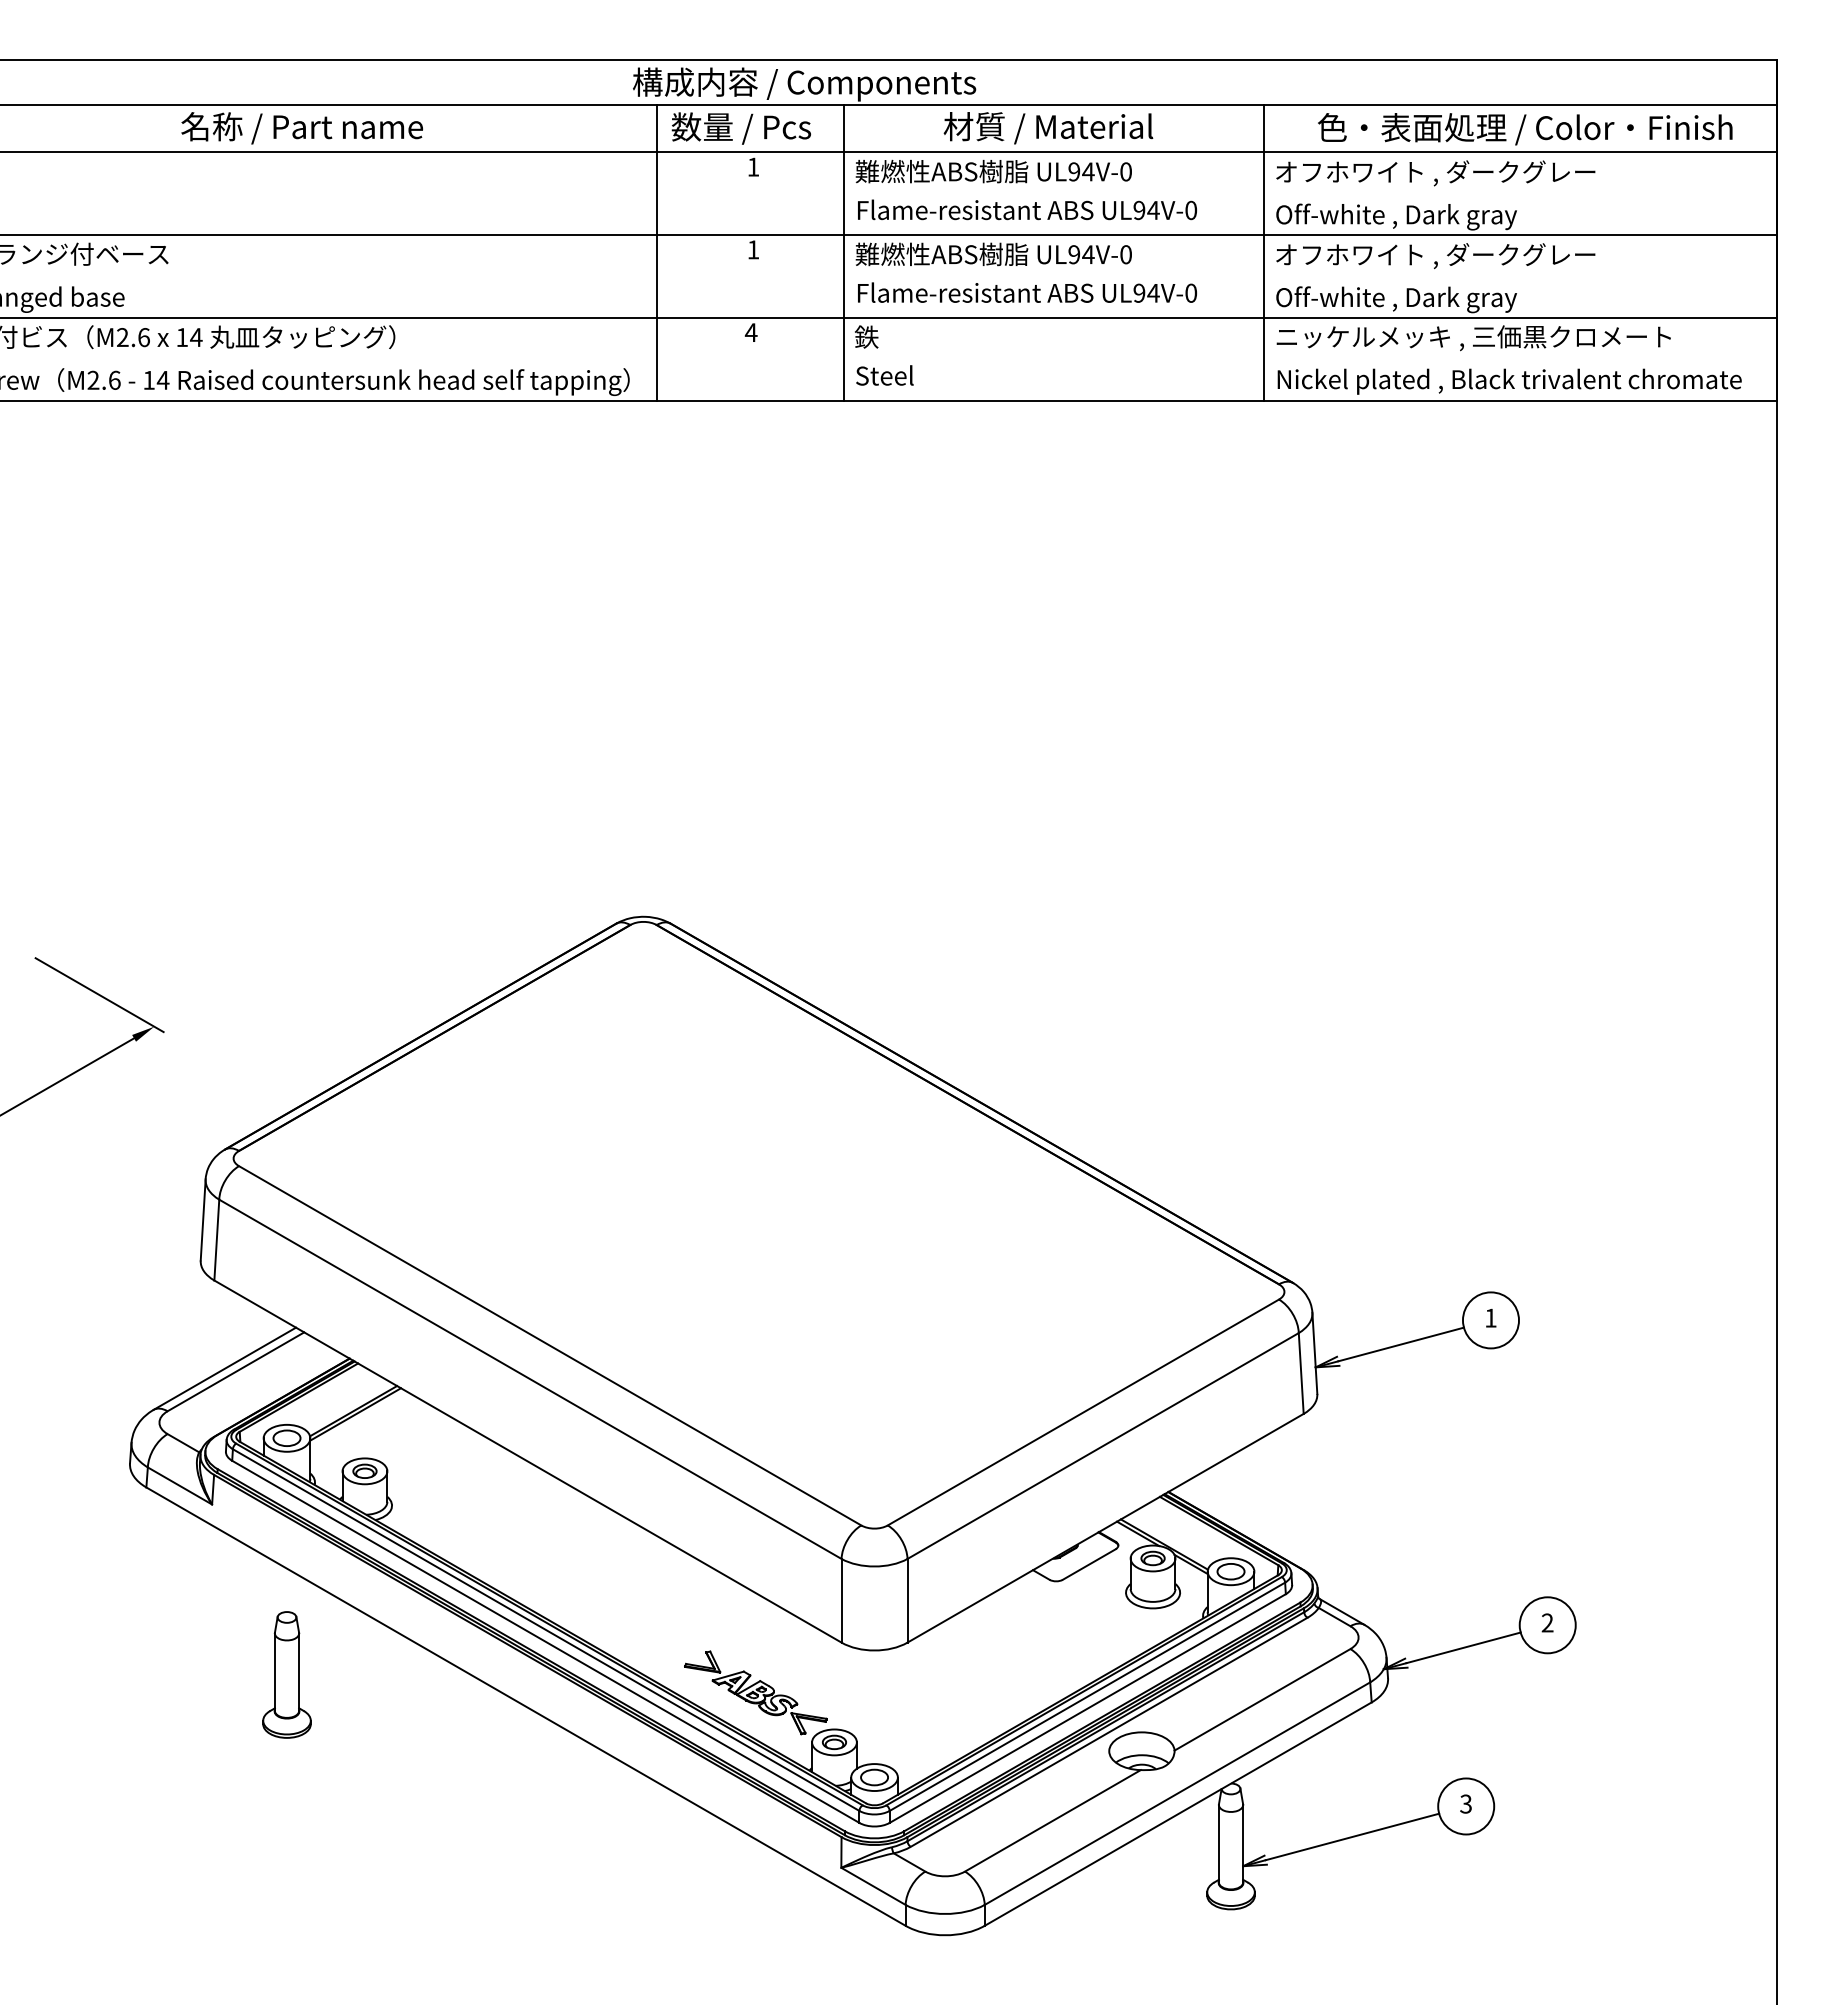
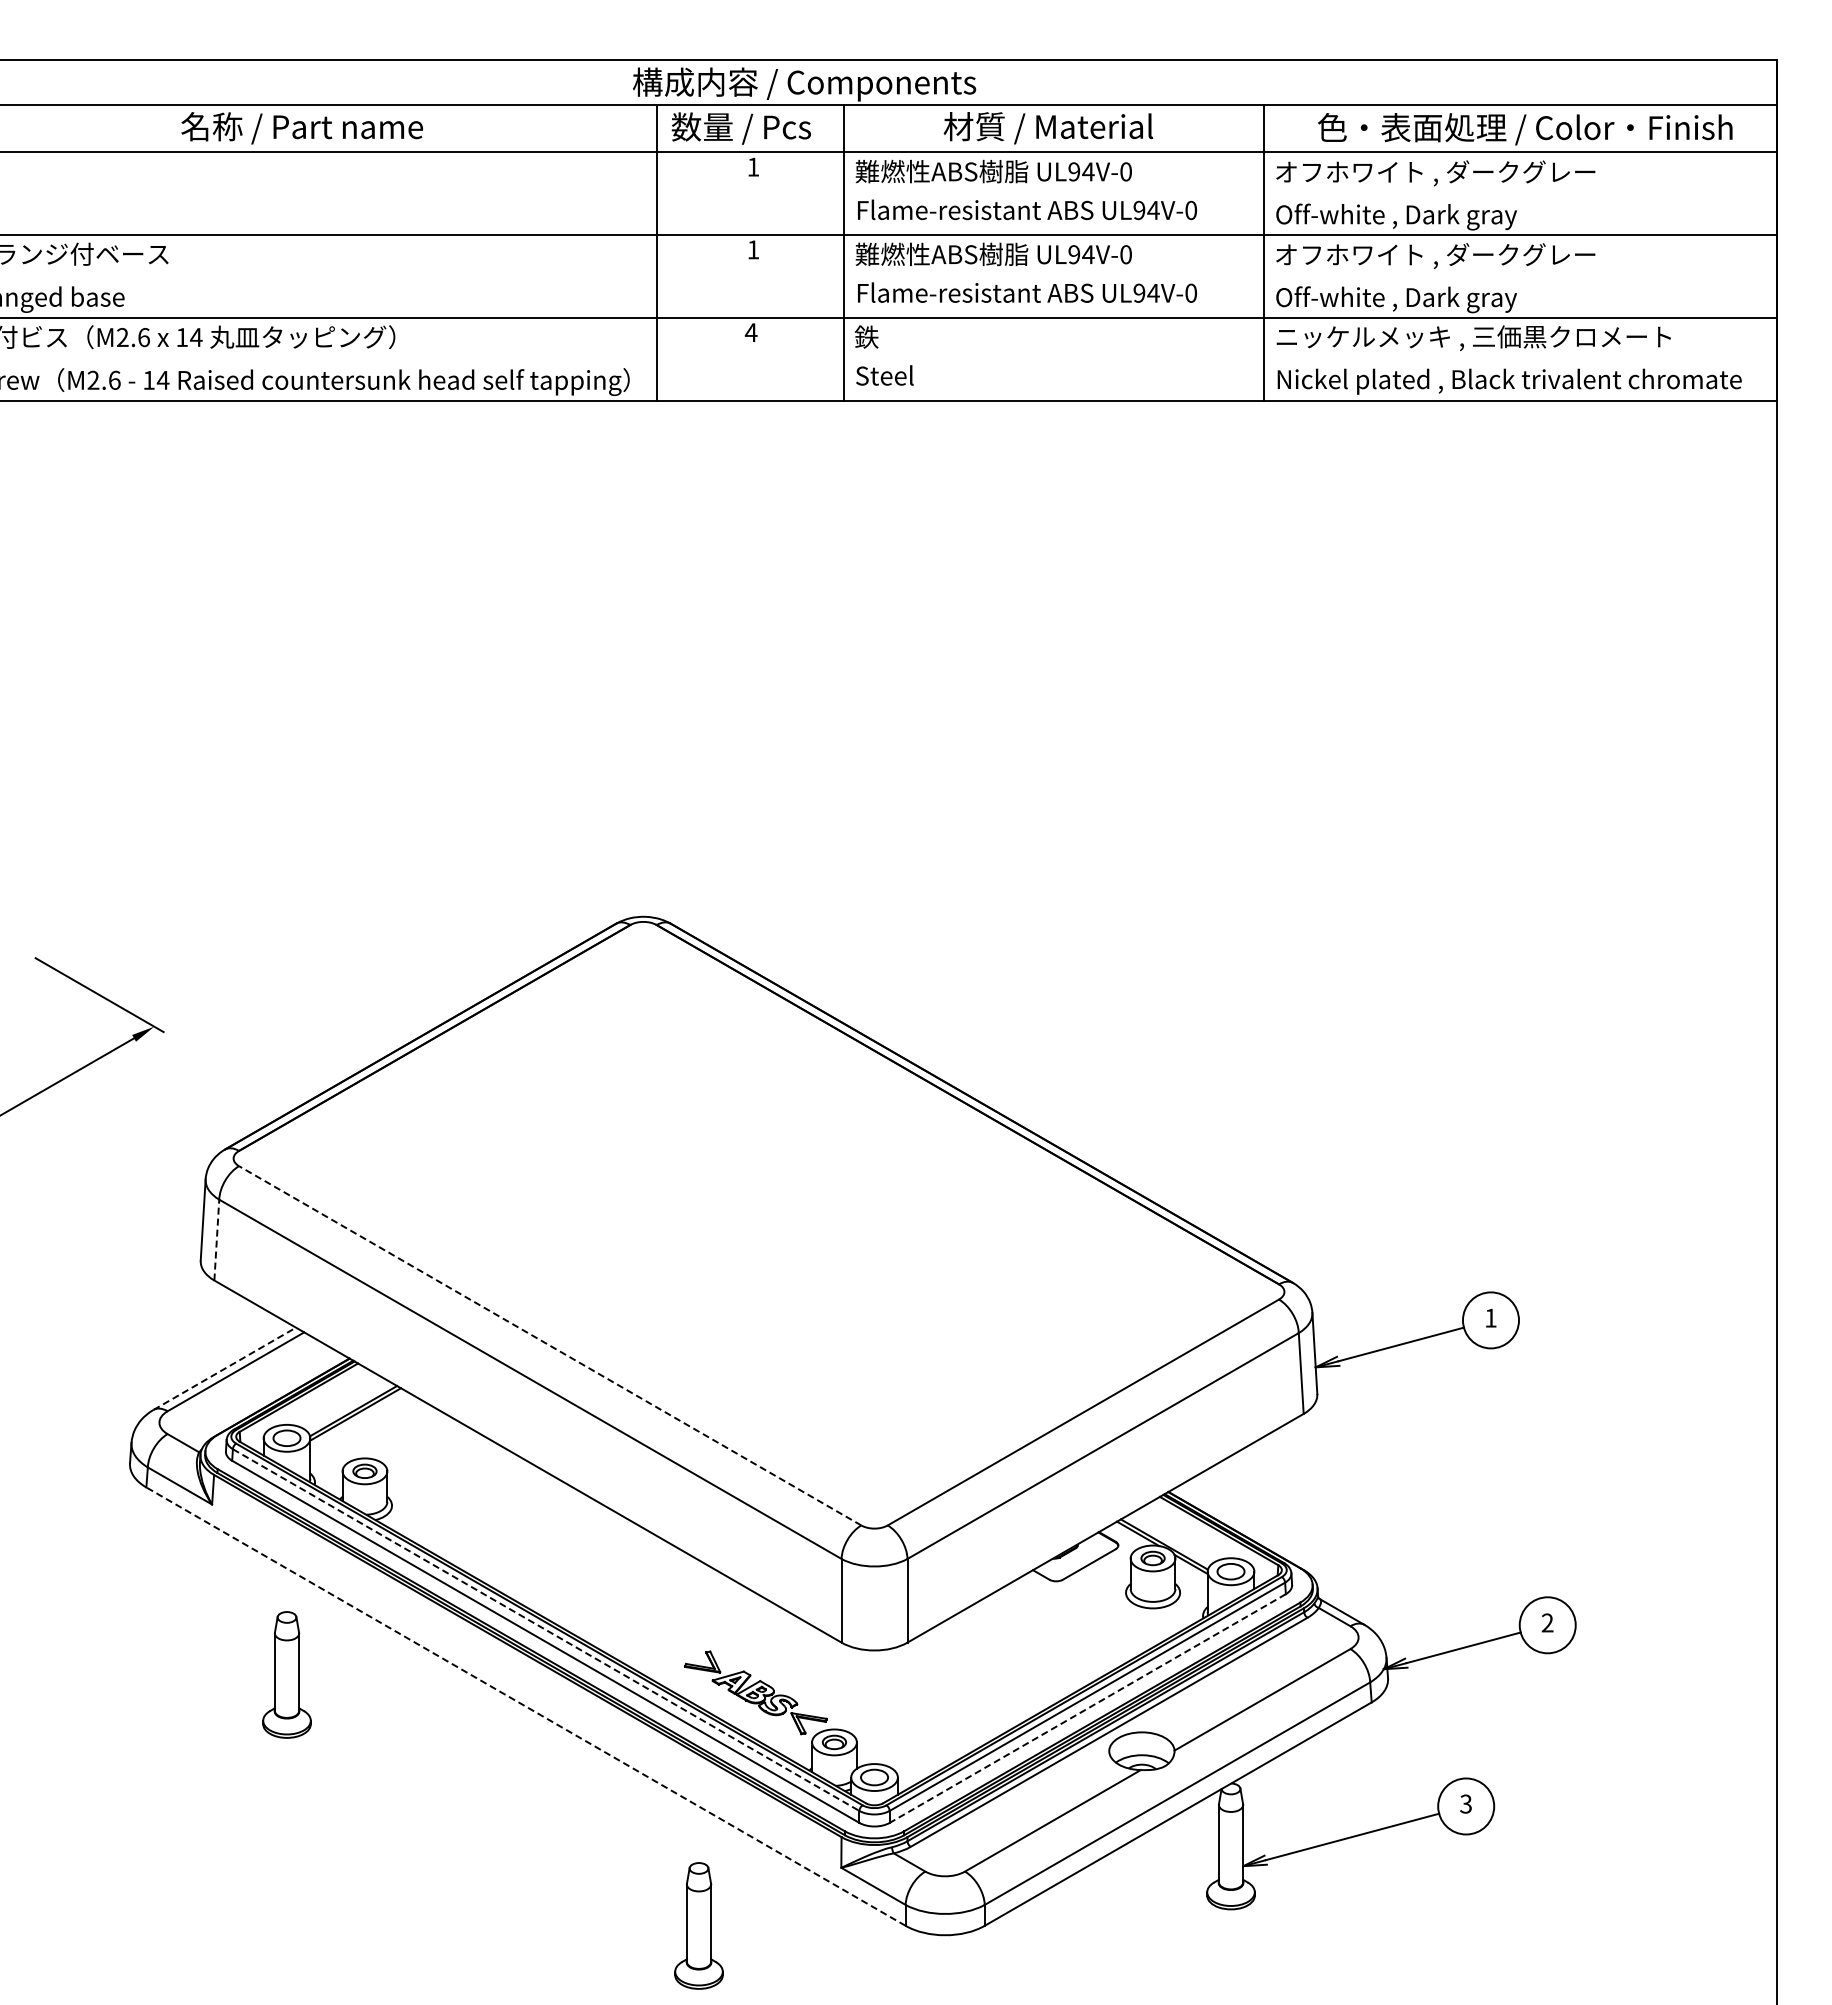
line at (216, 1239): solid -> dashed
line at (549, 1345): solid -> dashed
line at (225, 1368): solid -> dashed
line at (546, 1630): solid -> dashed
line at (525, 1706): solid -> dashed
line at (1087, 1708): solid -> dashed
part at (698, 1925): none -> present
